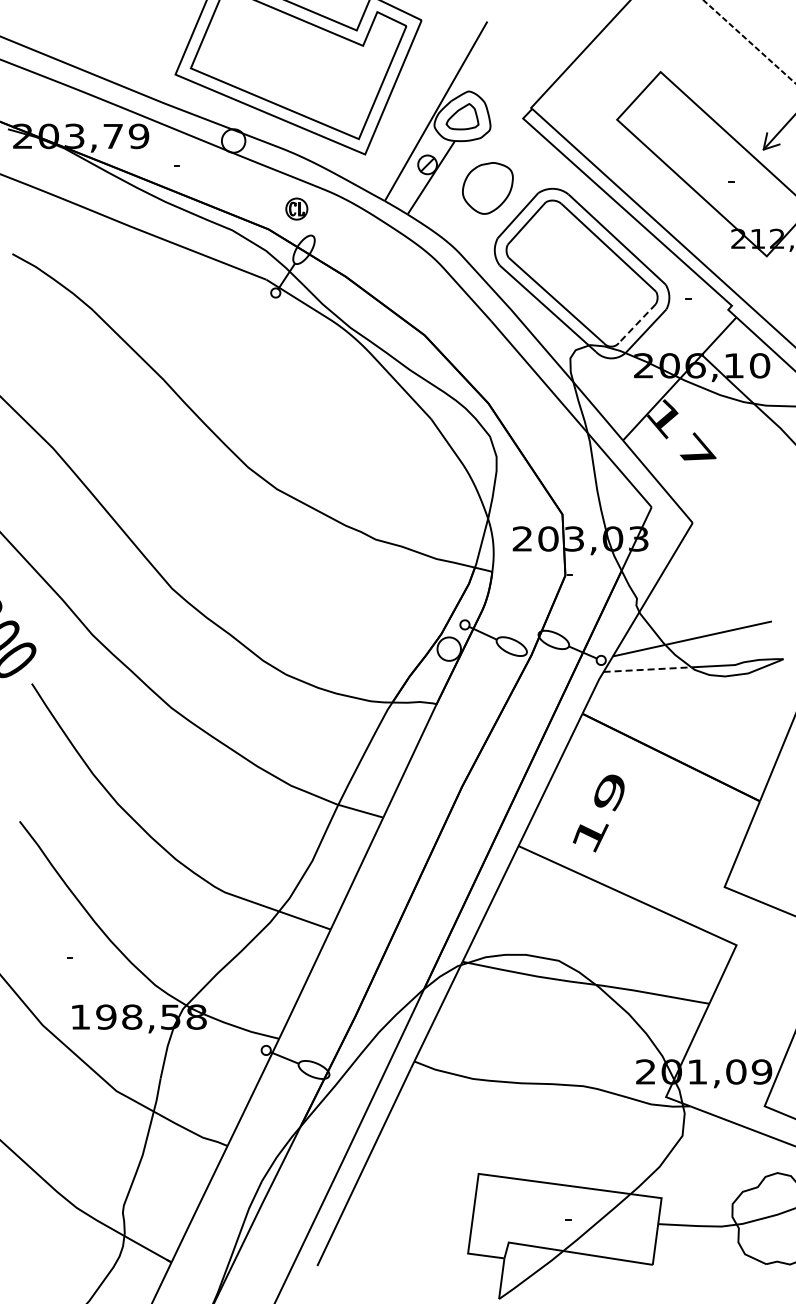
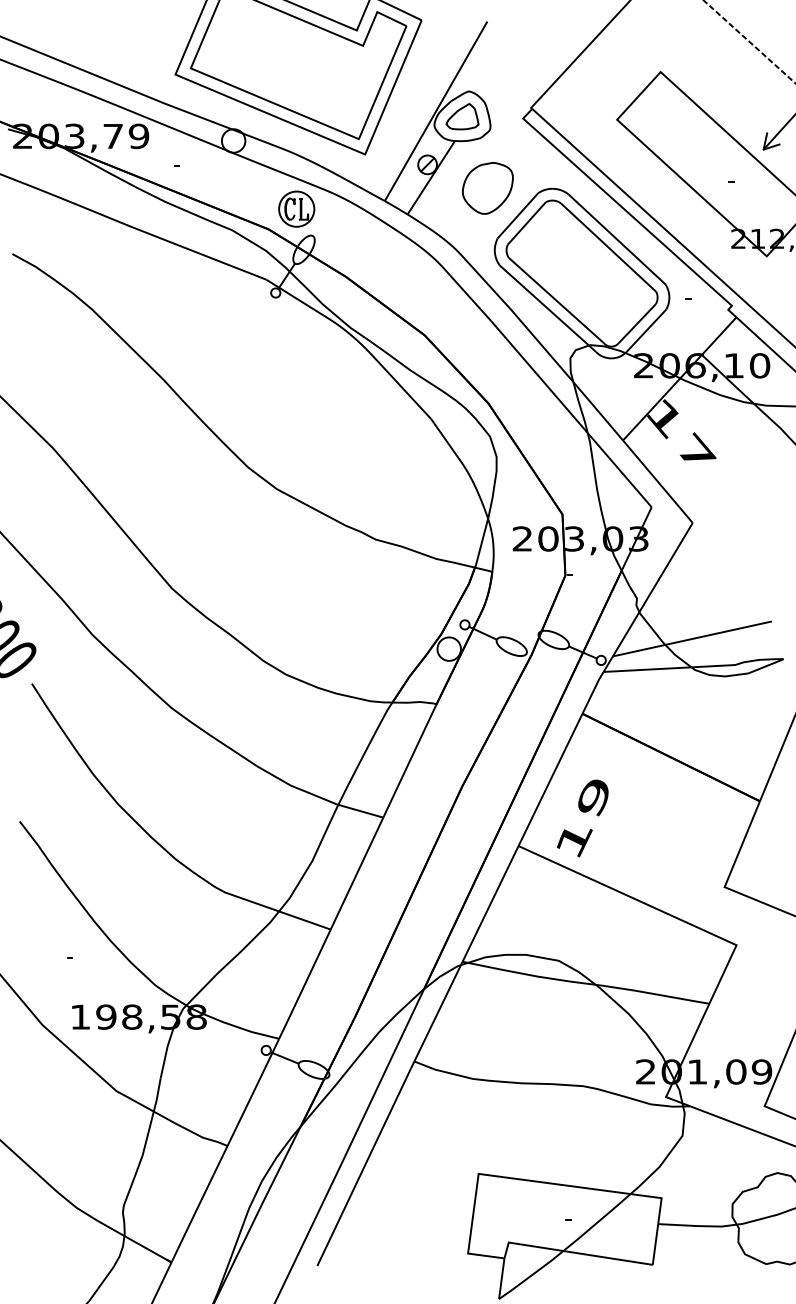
part at (296, 208) size: 24x24 px -> 38x38 px
line at (637, 323): dashed -> solid
line at (647, 669): dashed -> solid
text at (598, 813) position: (598, 813) -> (582, 818)
